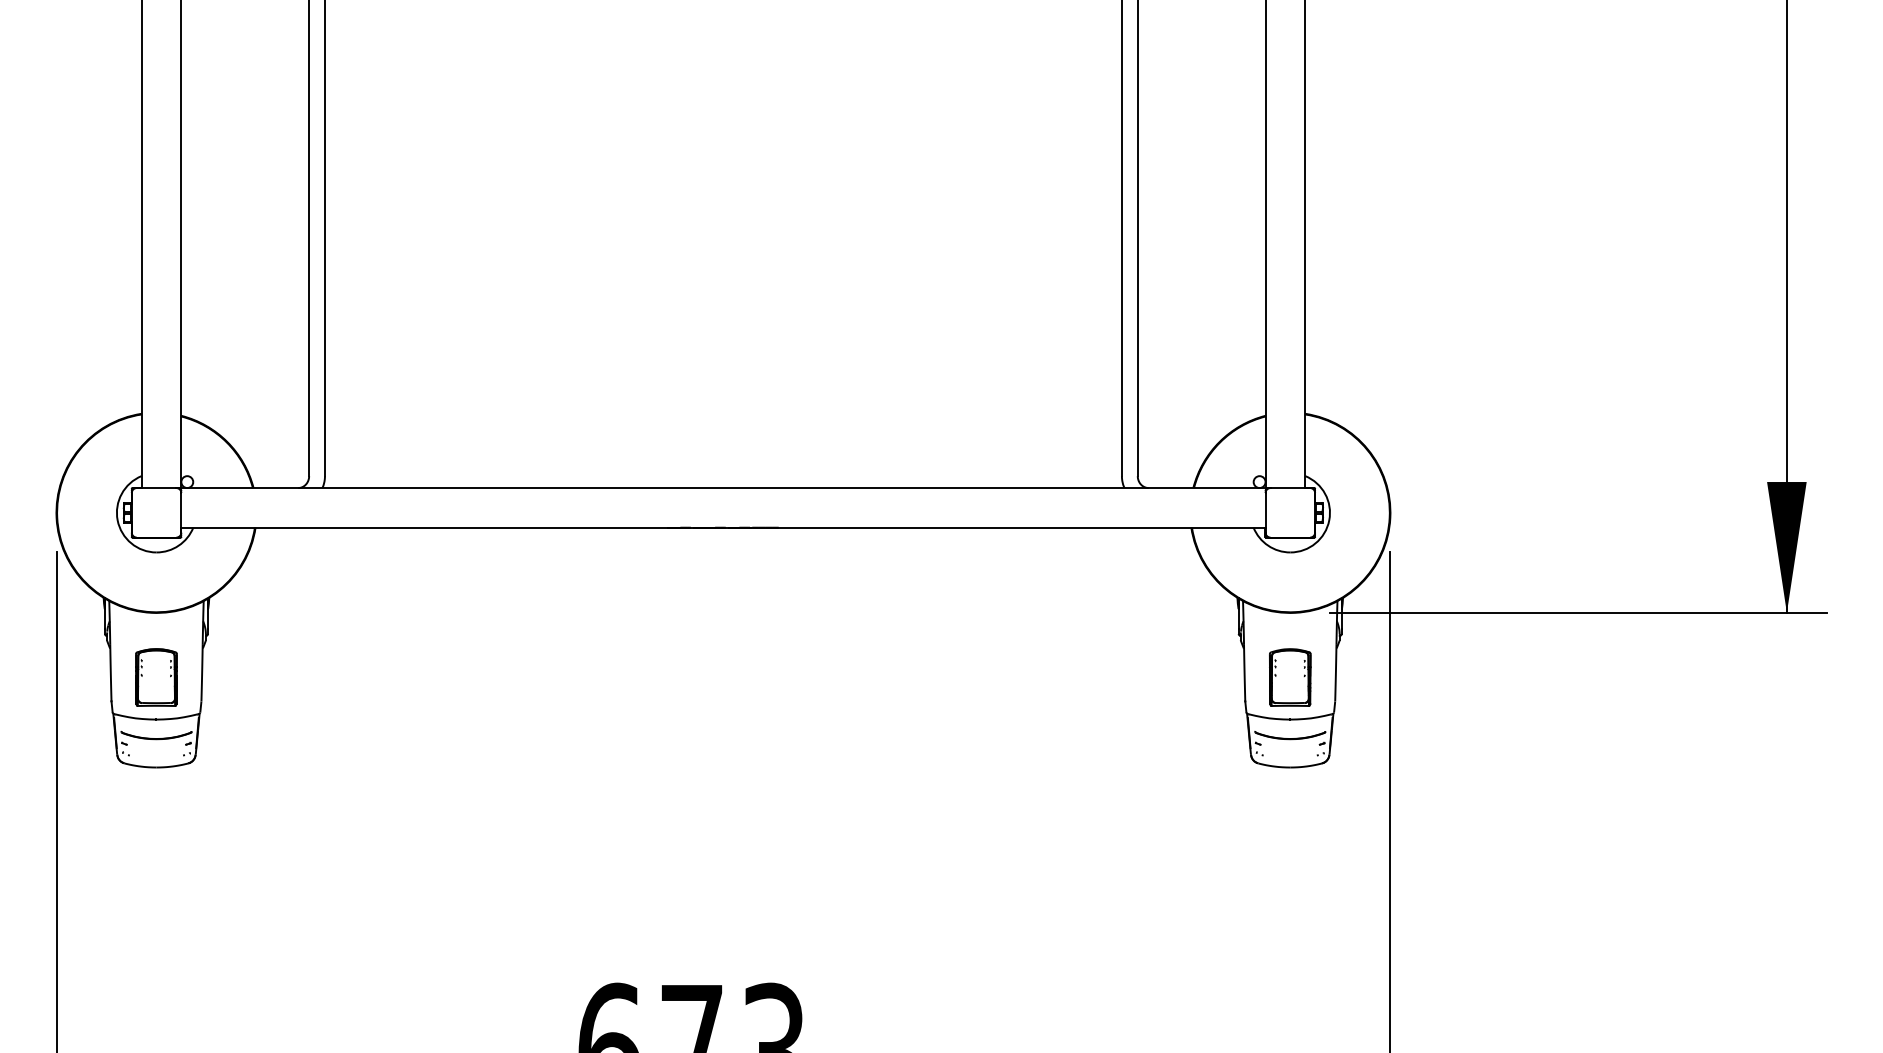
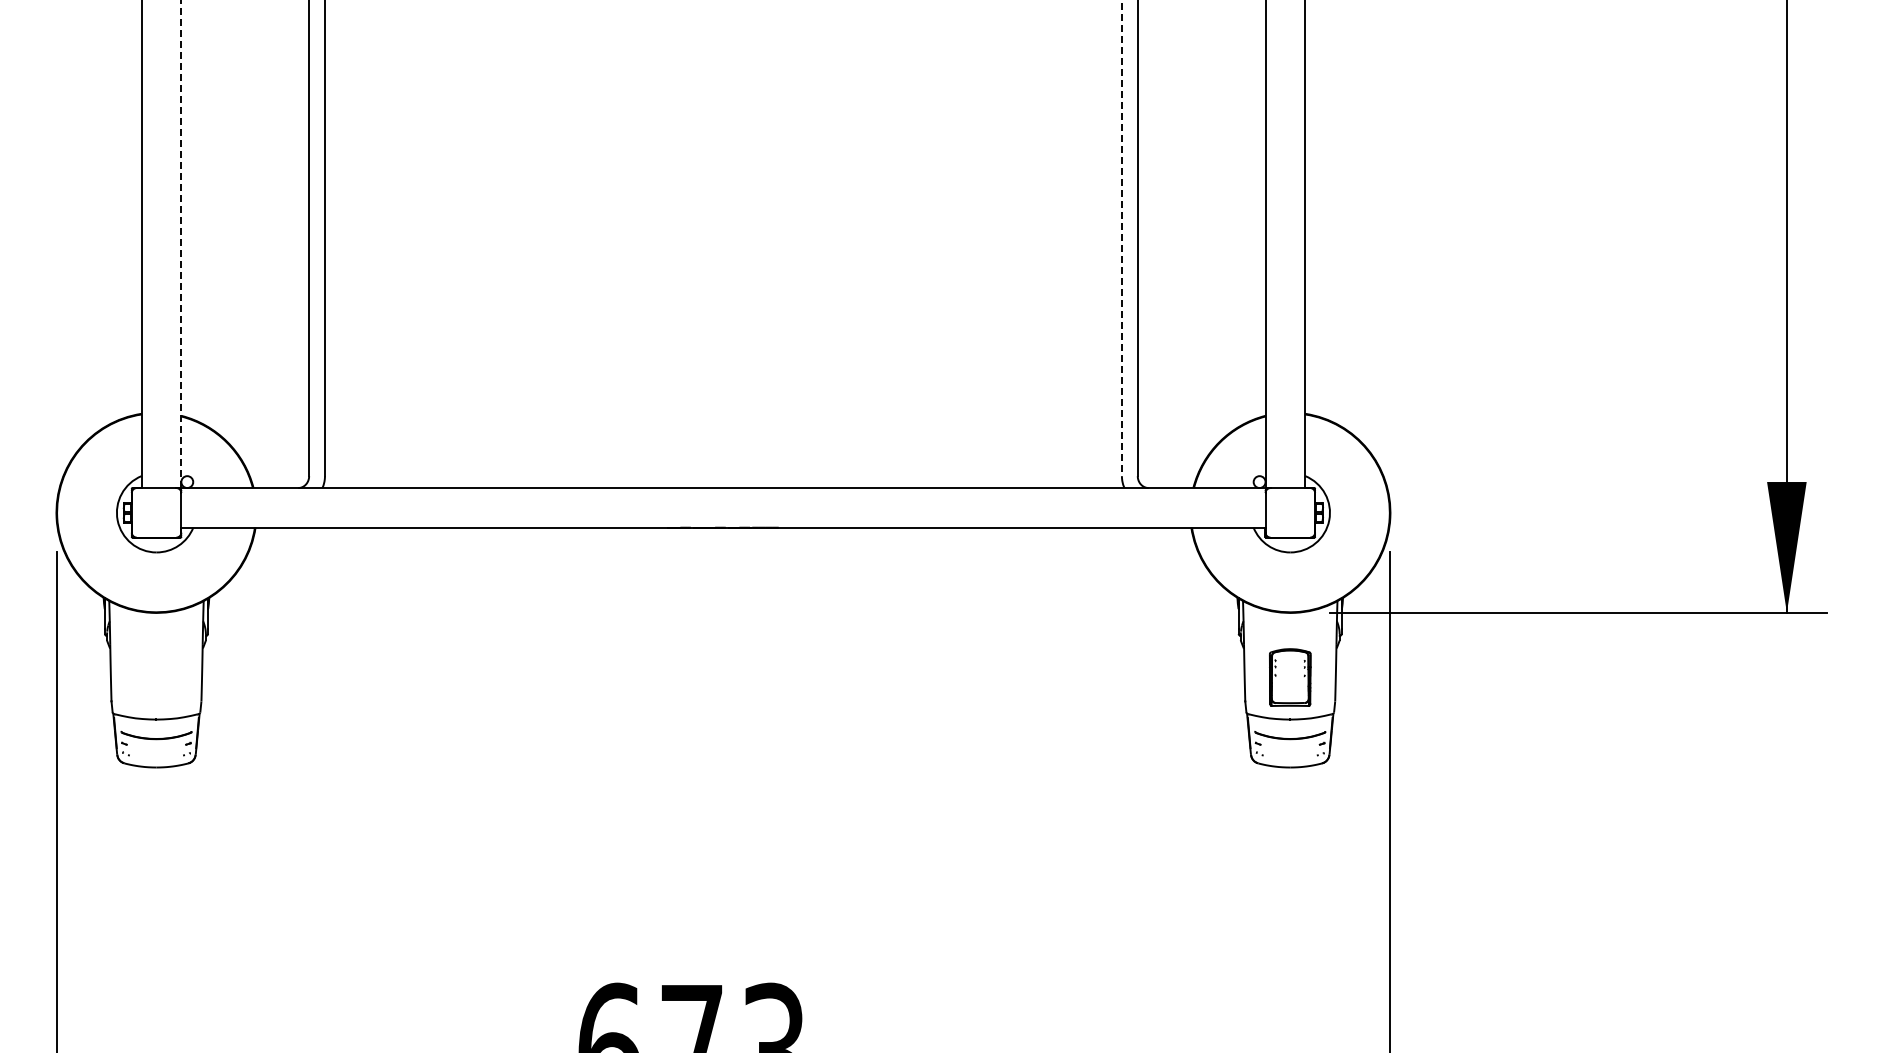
line at (1121, 238): solid -> dashed
line at (181, 244): solid -> dashed
part at (156, 677): present -> none
